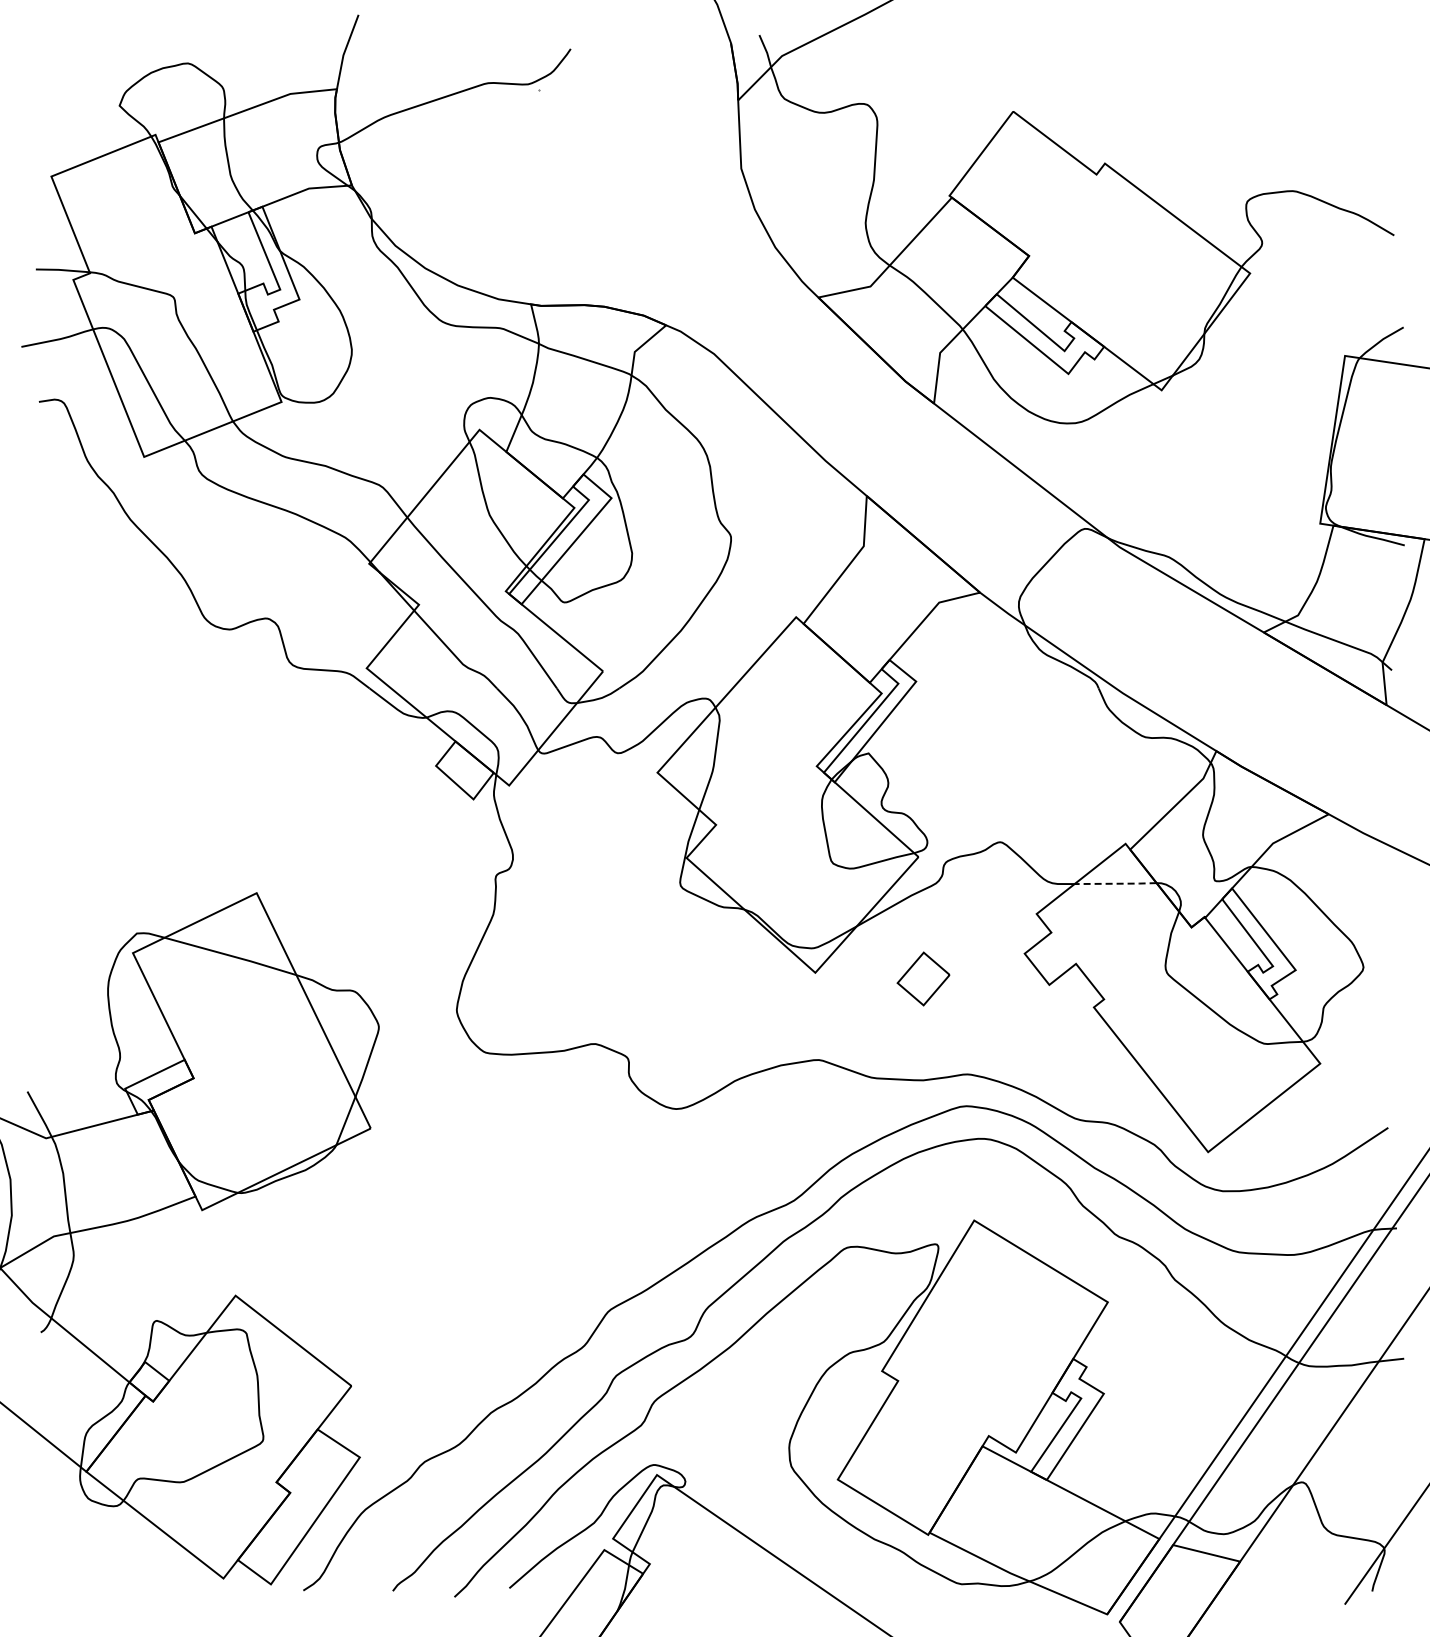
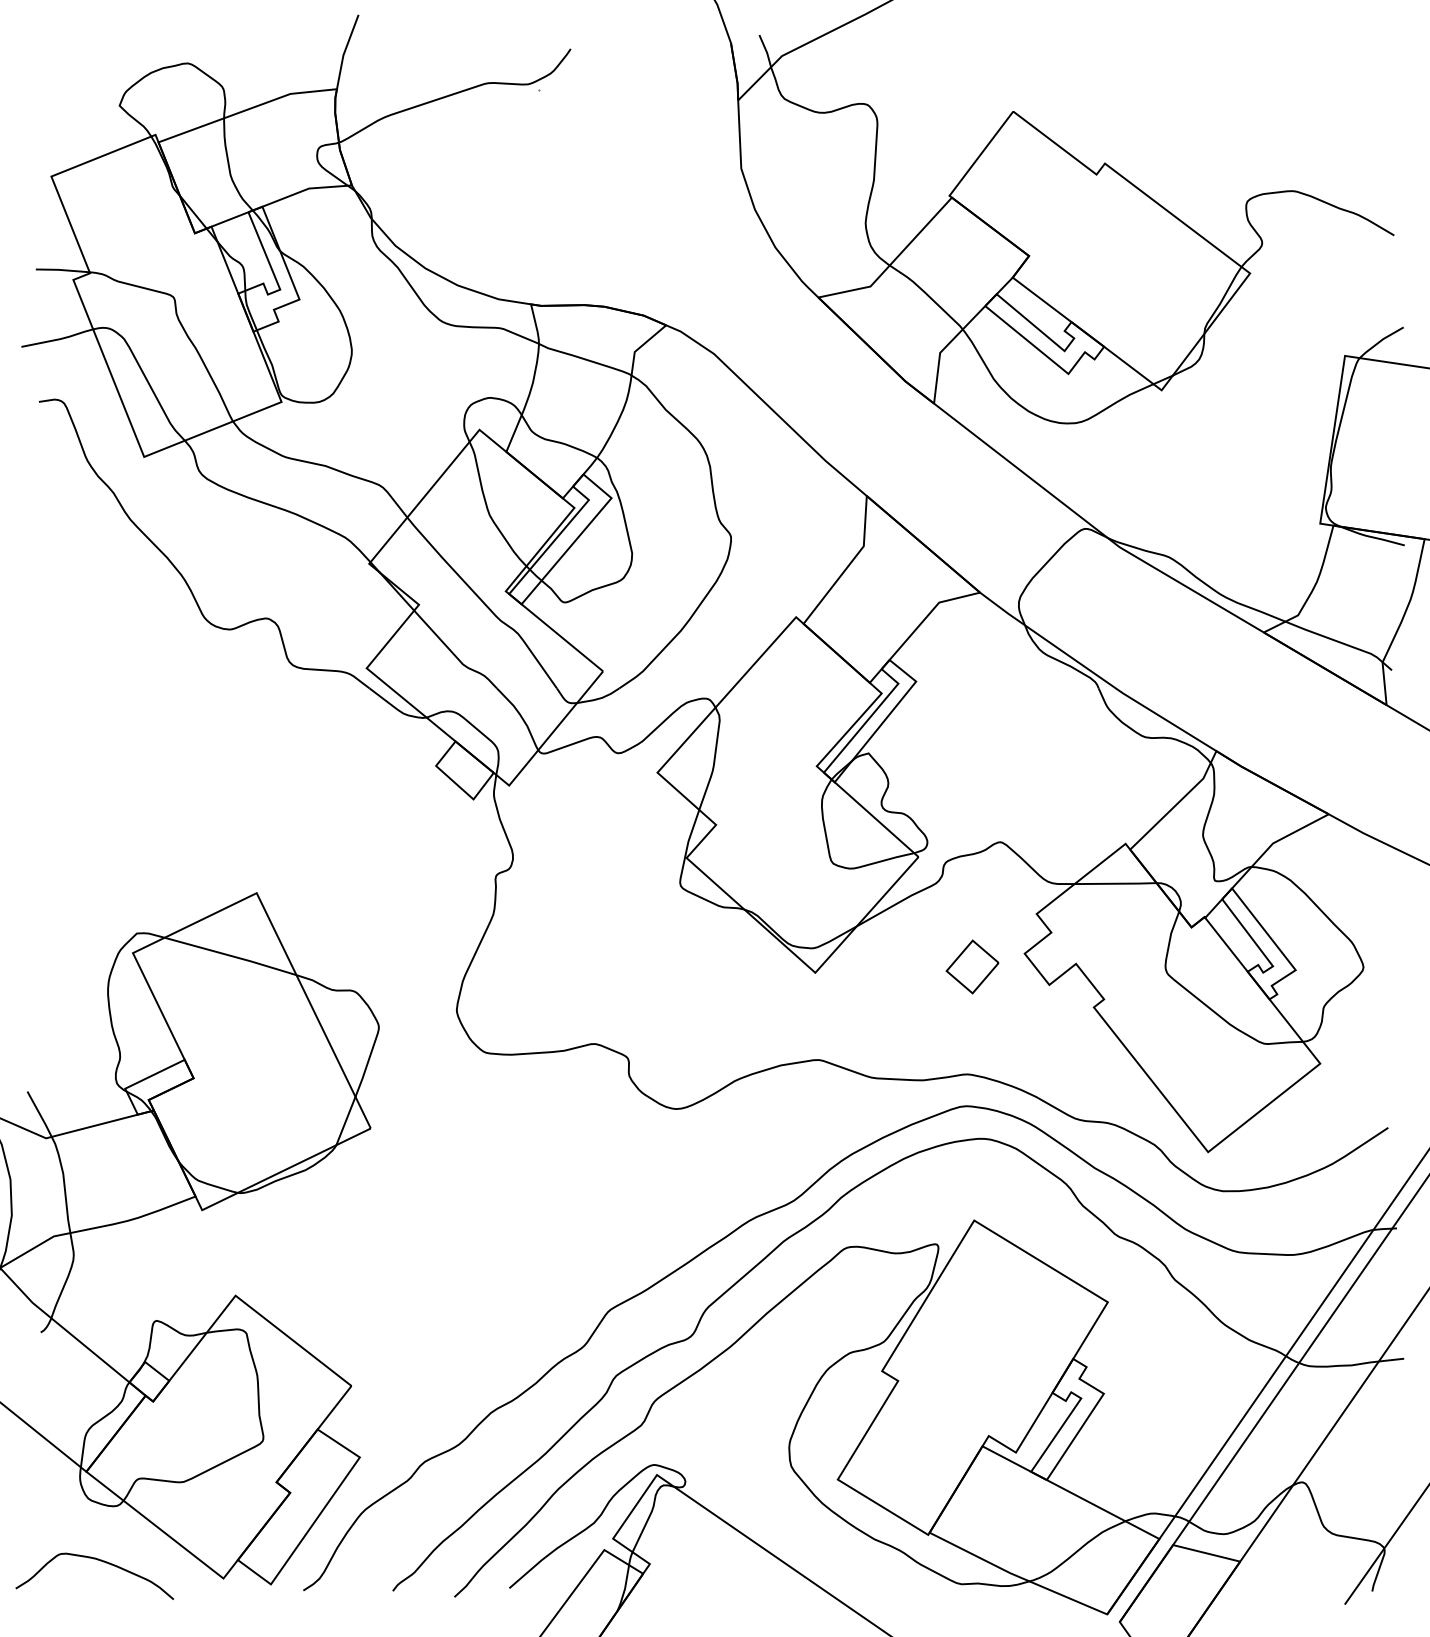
line at (1116, 883): dashed -> solid
part at (923, 978) position: (923, 978) -> (972, 966)
curve at (100, 1561): none -> present
